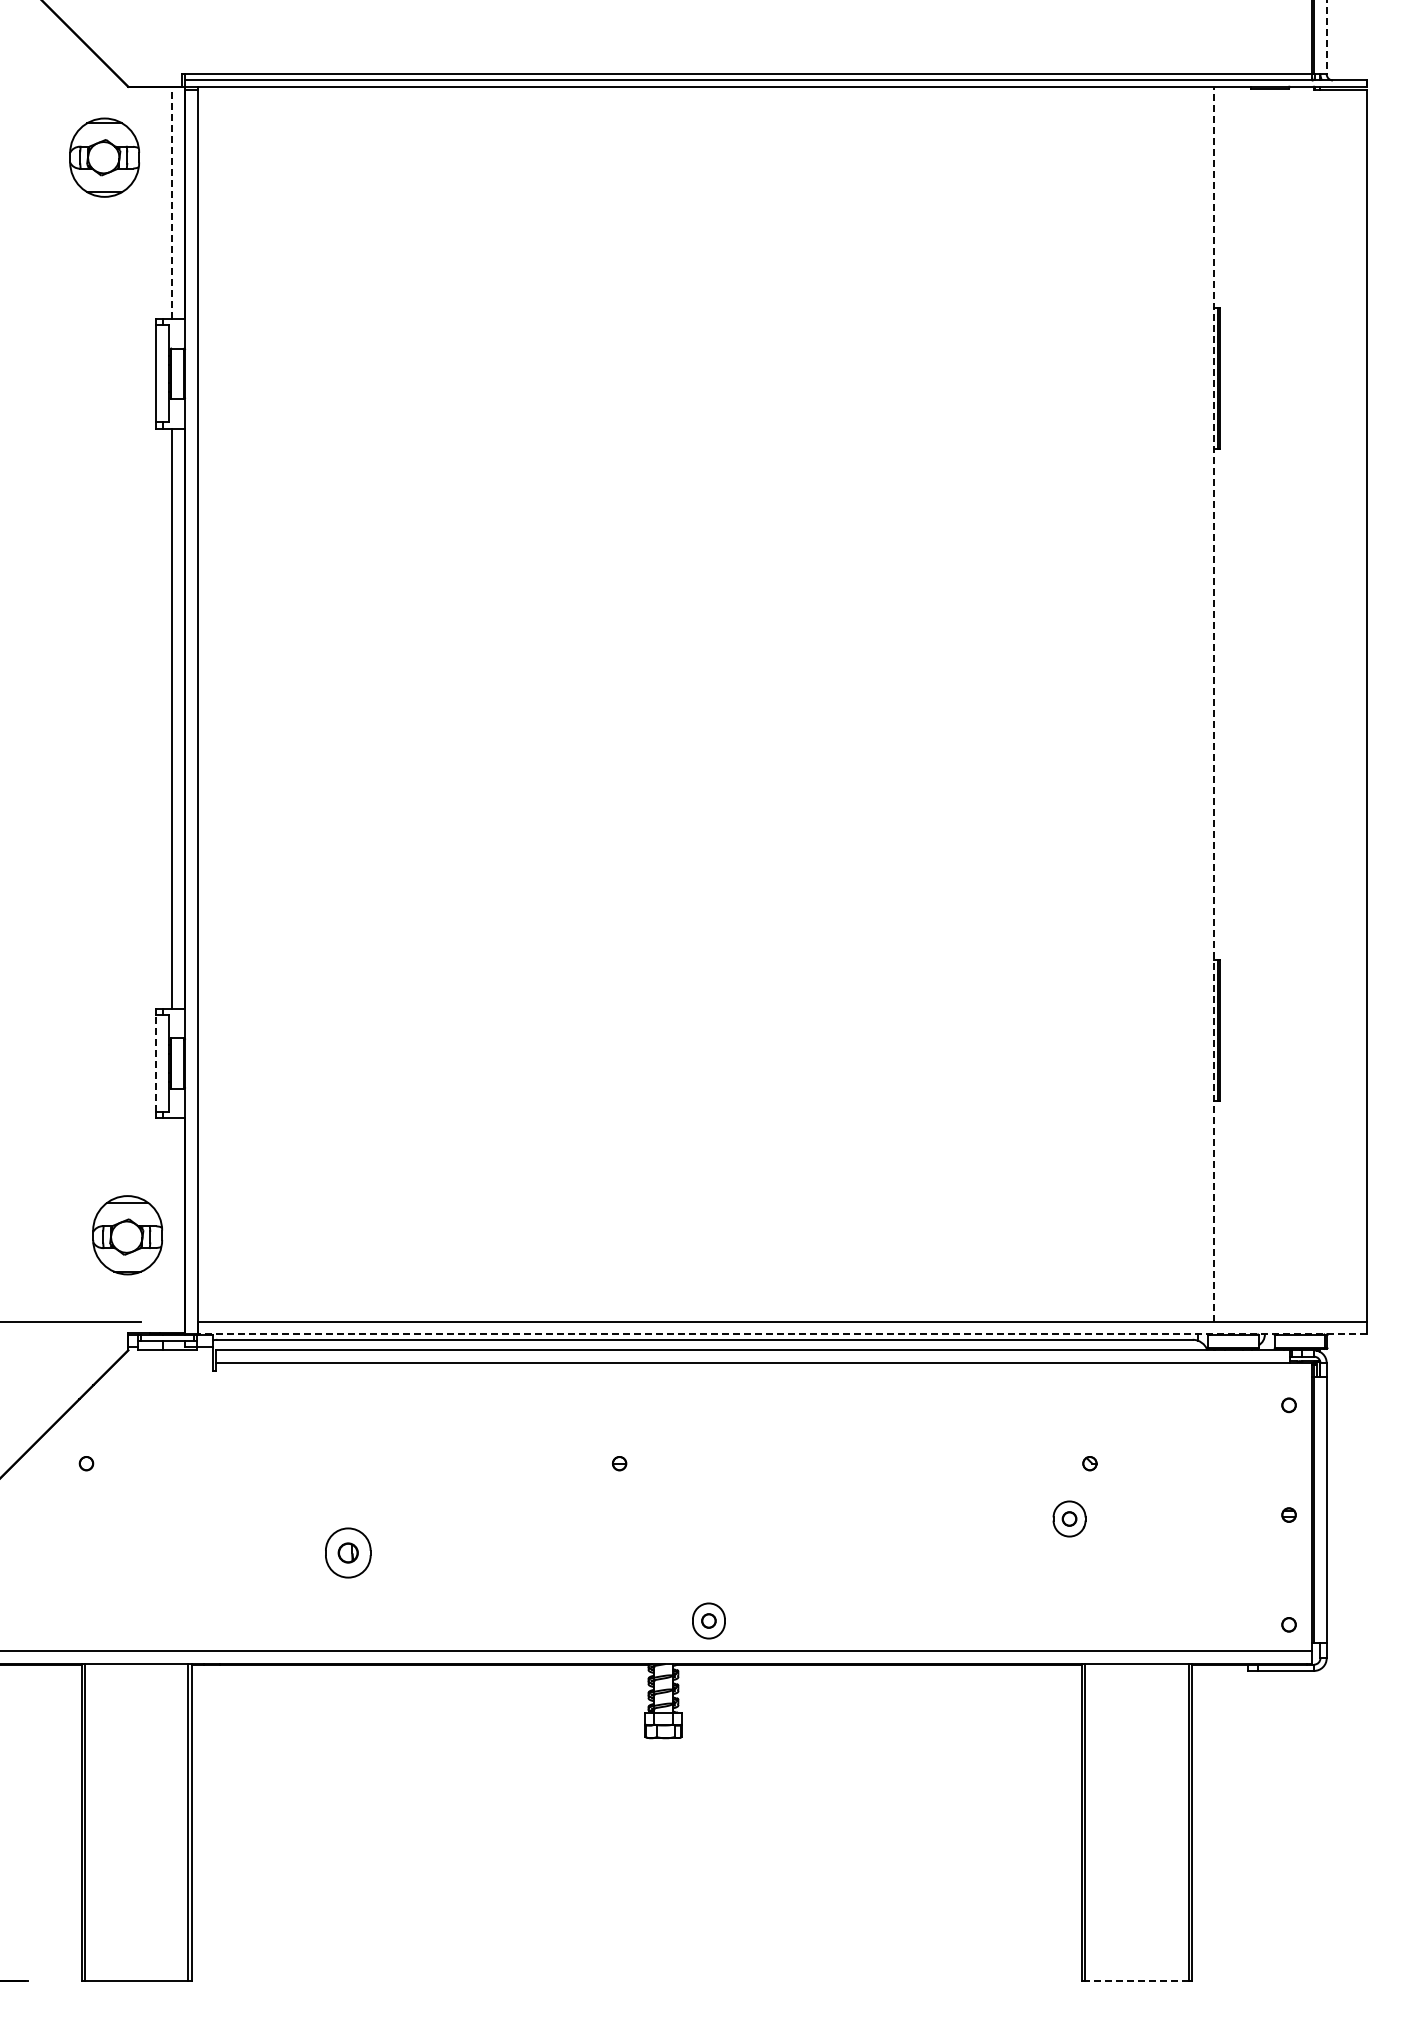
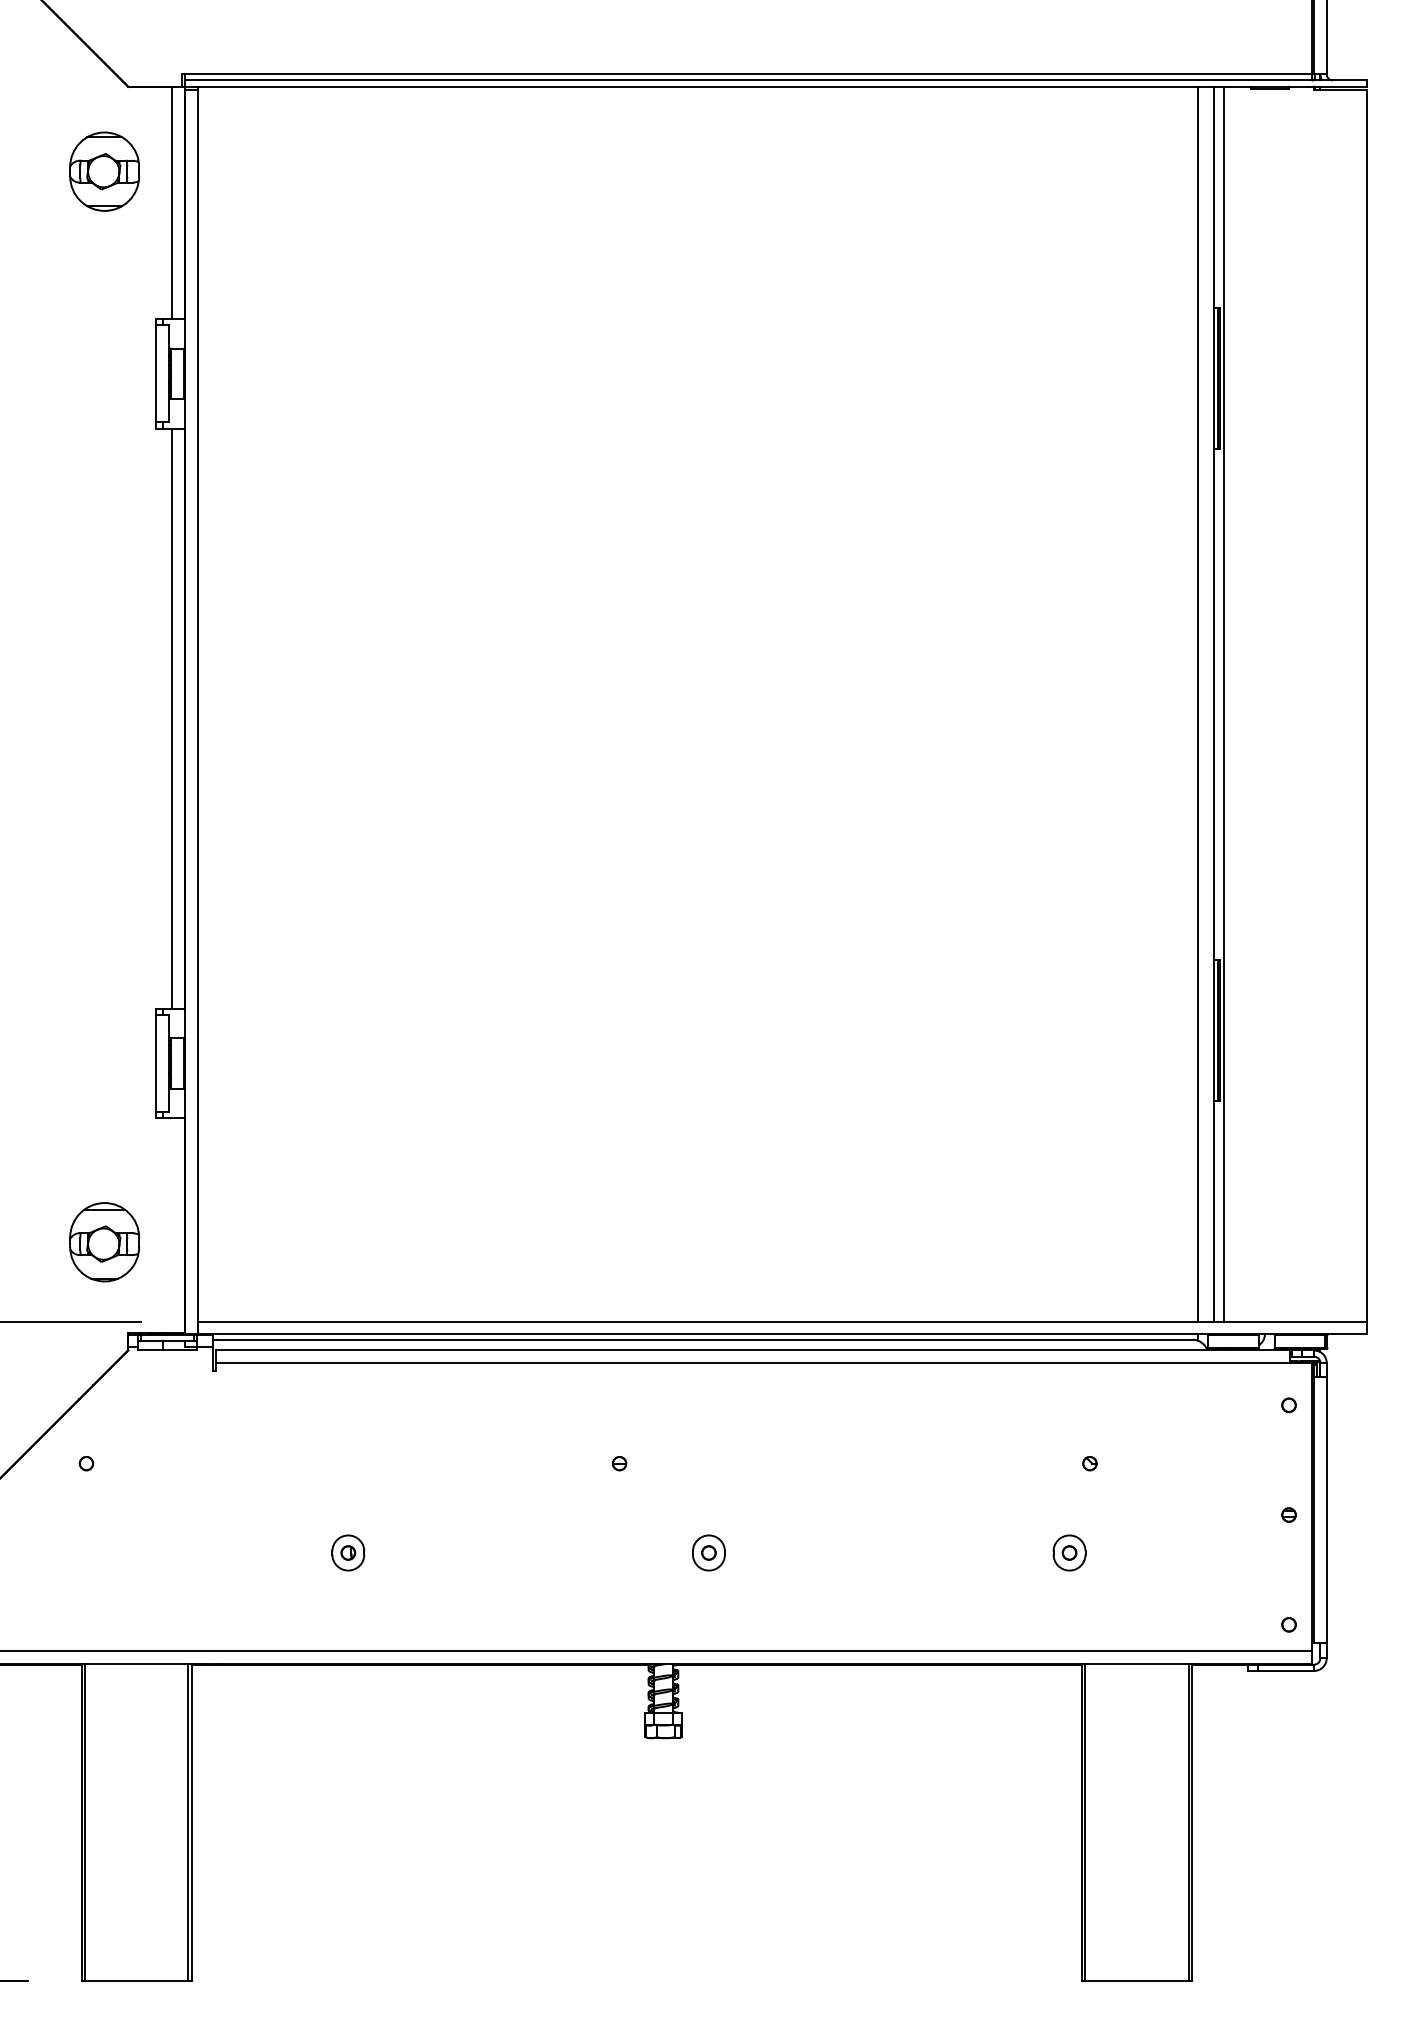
line at (1326, 37): dashed -> solid
part at (104, 157) position: (104, 157) -> (104, 171)
line at (172, 202): dashed -> solid
line at (1198, 703): none -> present
line at (1224, 703): none -> present
line at (1213, 704): dashed -> solid
line at (156, 1063): dashed -> solid
part at (127, 1235) position: (127, 1235) -> (104, 1242)
line at (782, 1334): dashed -> solid
part at (1069, 1518) position: (1069, 1518) -> (1069, 1552)
part at (348, 1552) size: 47x52 px -> 35x38 px
part at (708, 1620) position: (708, 1620) -> (708, 1552)
line at (1136, 1980): dashed -> solid
